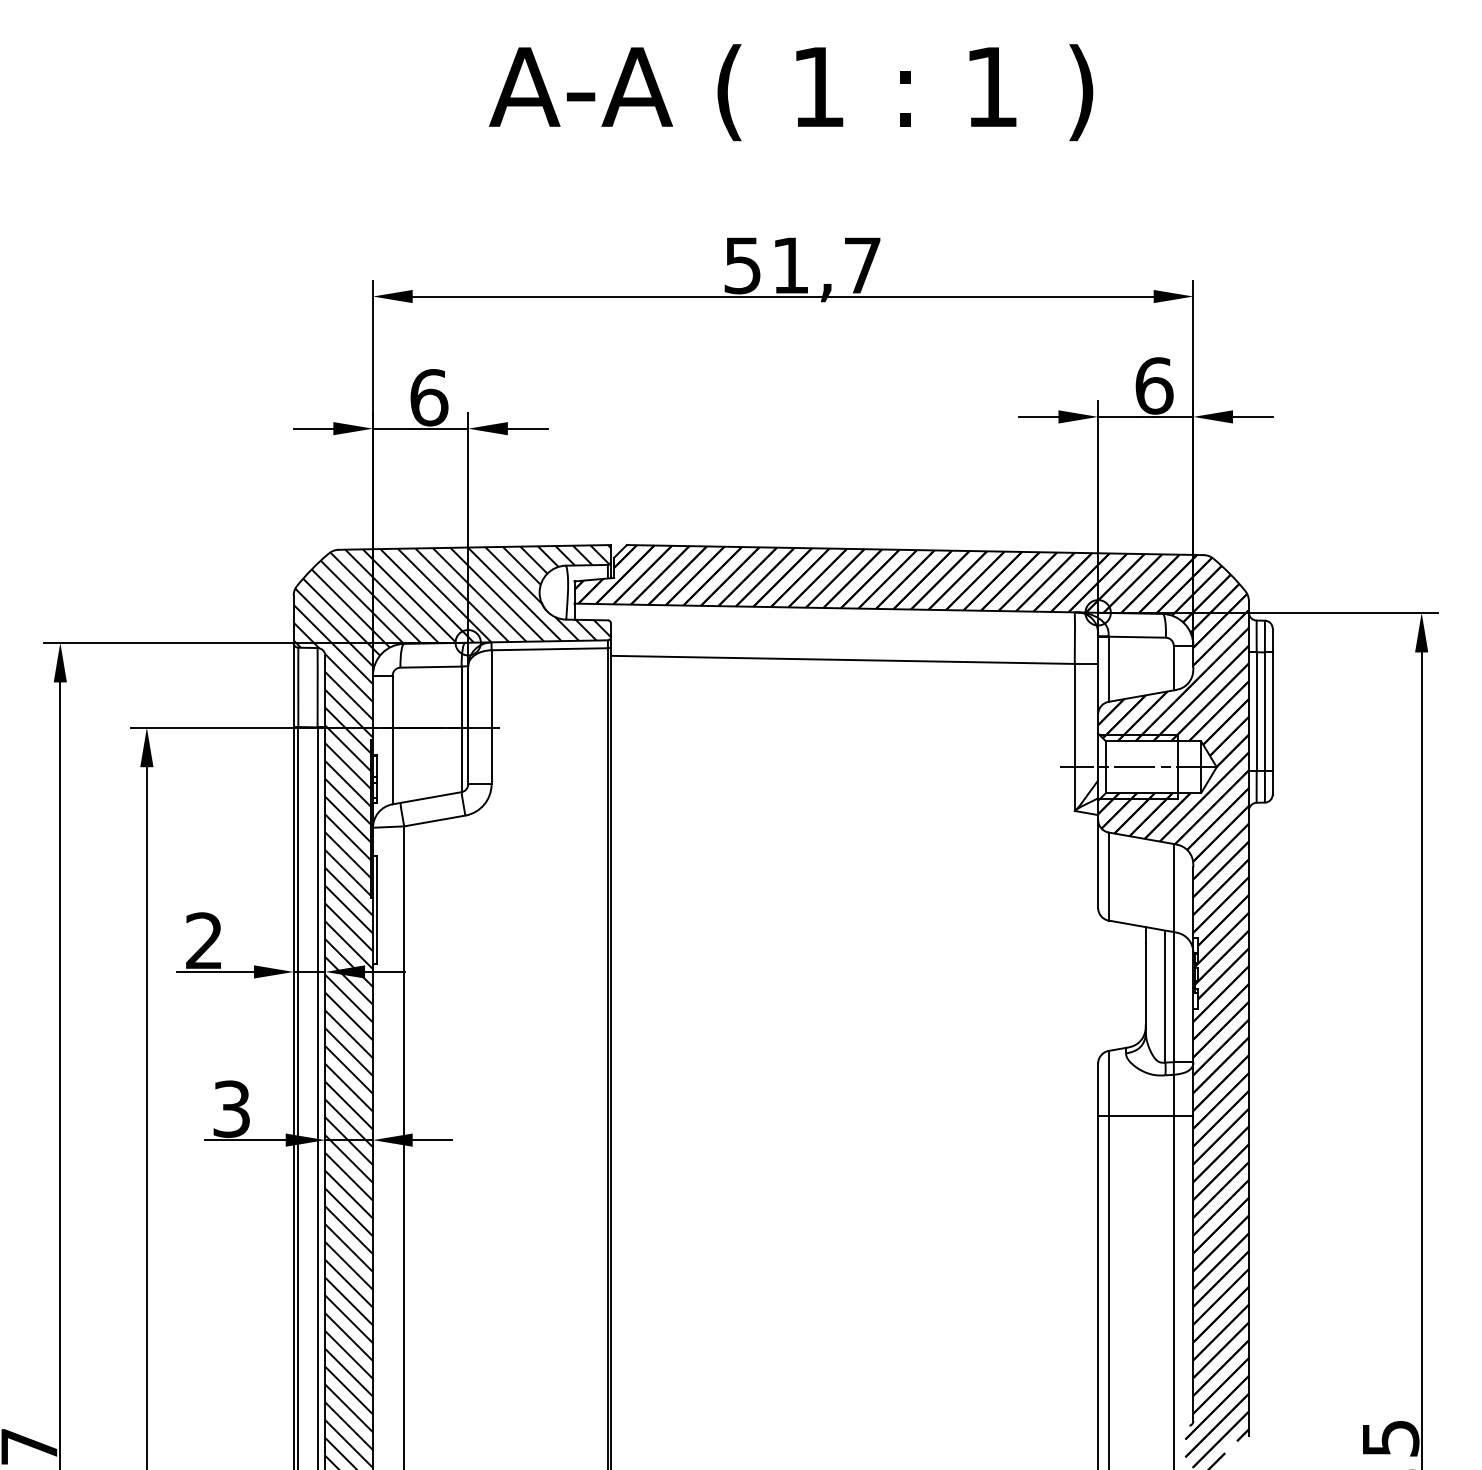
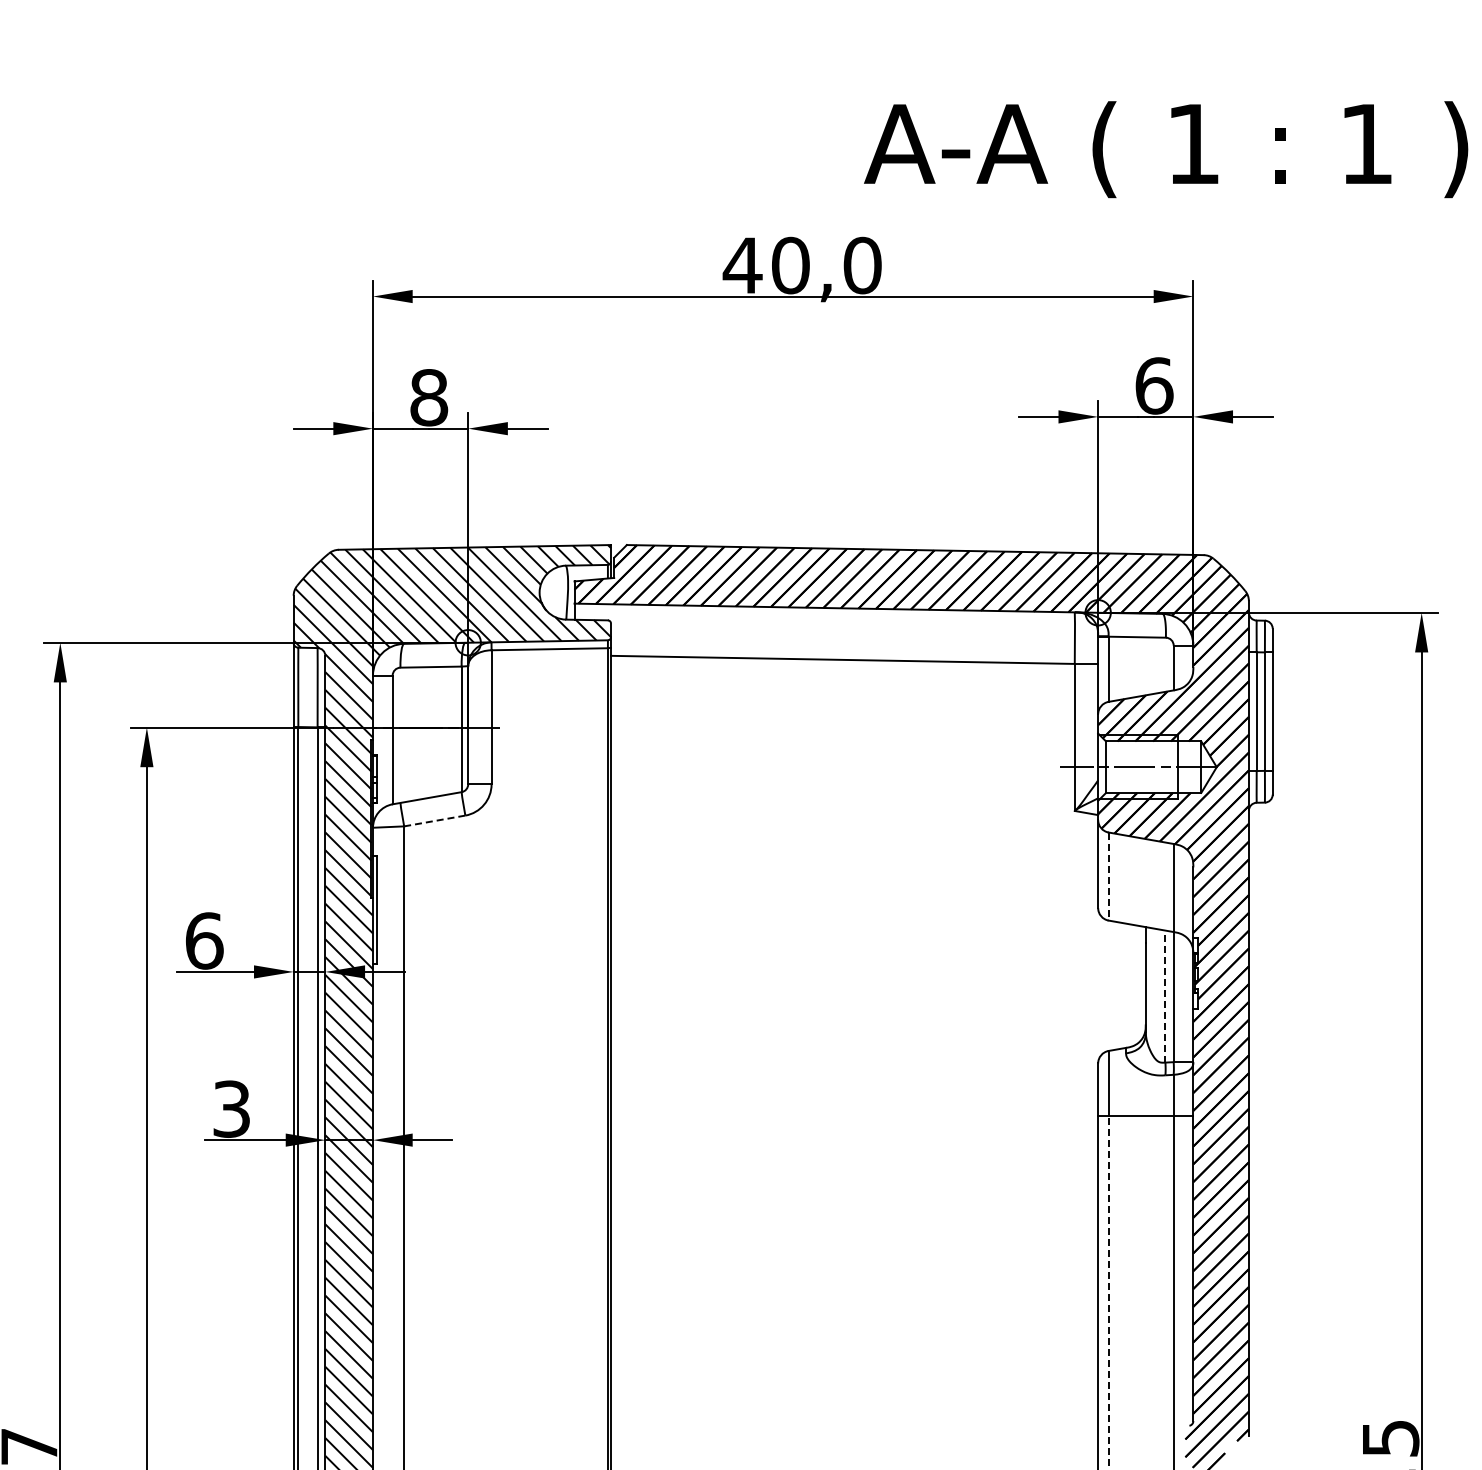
text at (791, 92) position: (791, 92) -> (1166, 149)
text at (801, 265): 51,7 -> 40,0
text at (429, 397): 6 -> 8
line at (435, 820): solid -> dashed
line at (1108, 877): solid -> dashed
text at (204, 940): 2 -> 6
line at (1165, 996): solid -> dashed
line at (1108, 1292): solid -> dashed
